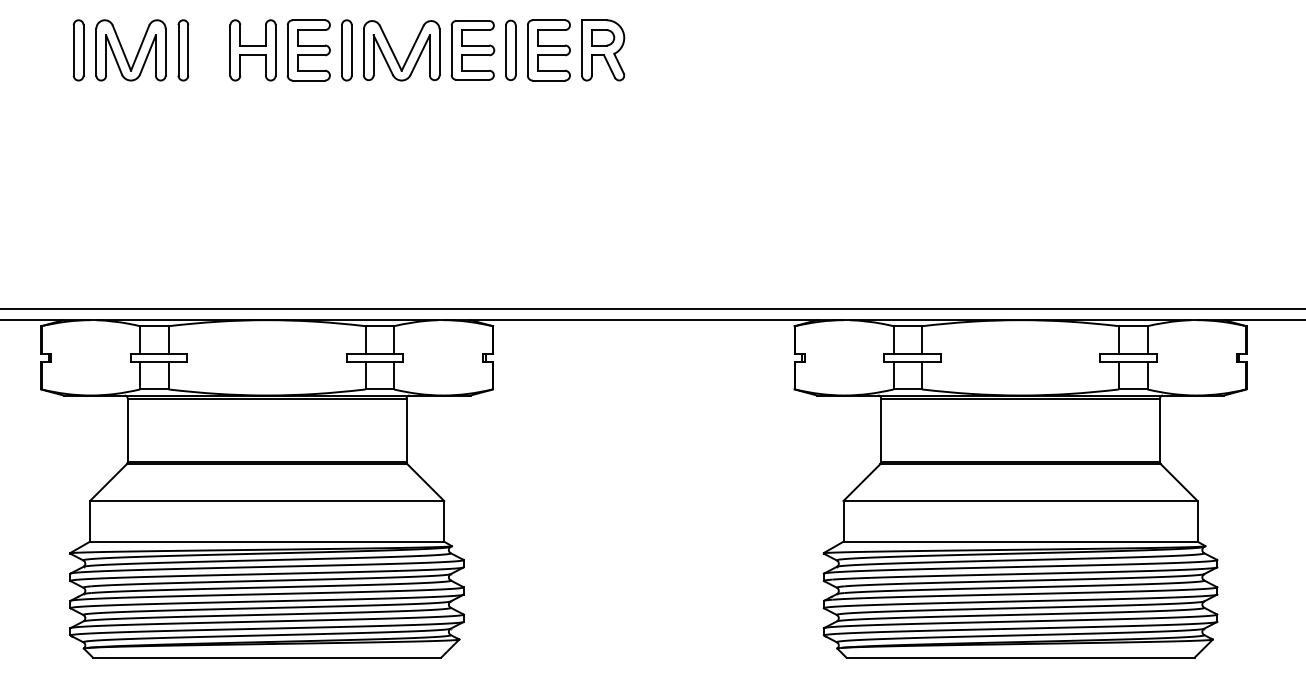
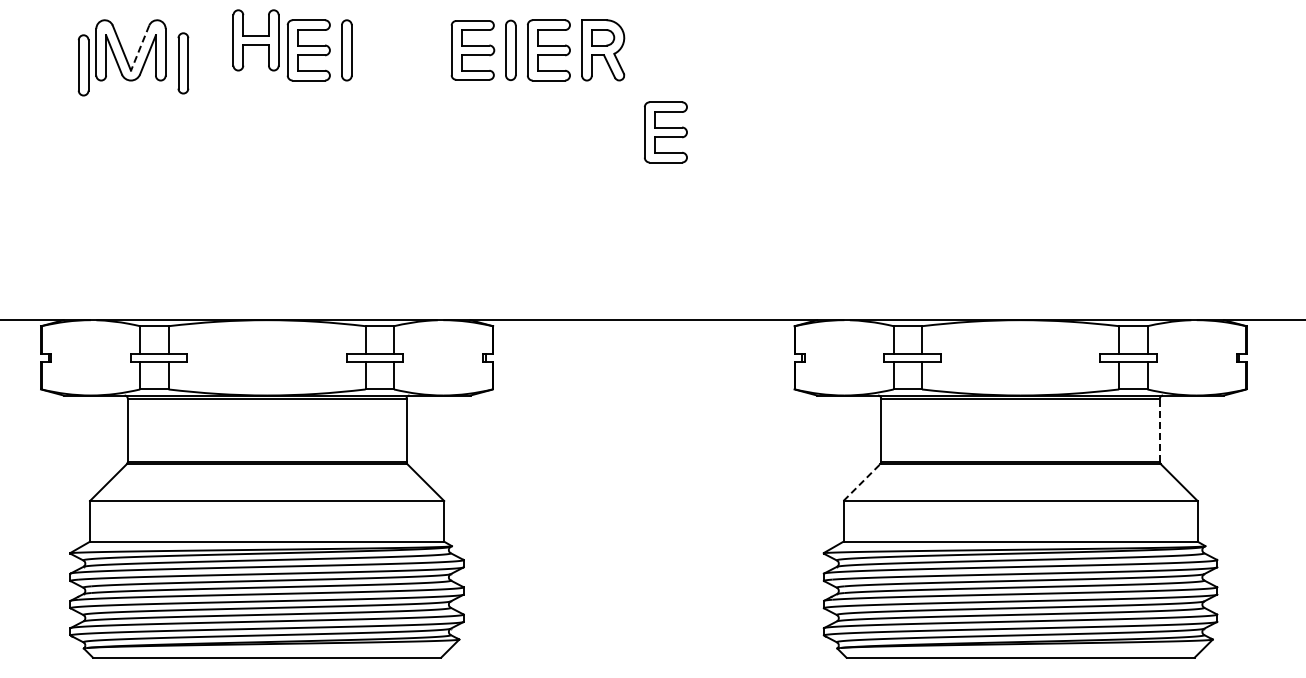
line at (139, 48): solid -> dashed
part at (78, 50) position: (78, 50) -> (83, 65)
part at (183, 50) position: (183, 50) -> (183, 63)
part at (252, 50) position: (252, 50) -> (255, 40)
part at (394, 53): present -> none
part at (665, 132): none -> present
line at (652, 309): present -> none
line at (1159, 430): solid -> dashed
line at (862, 482): solid -> dashed
